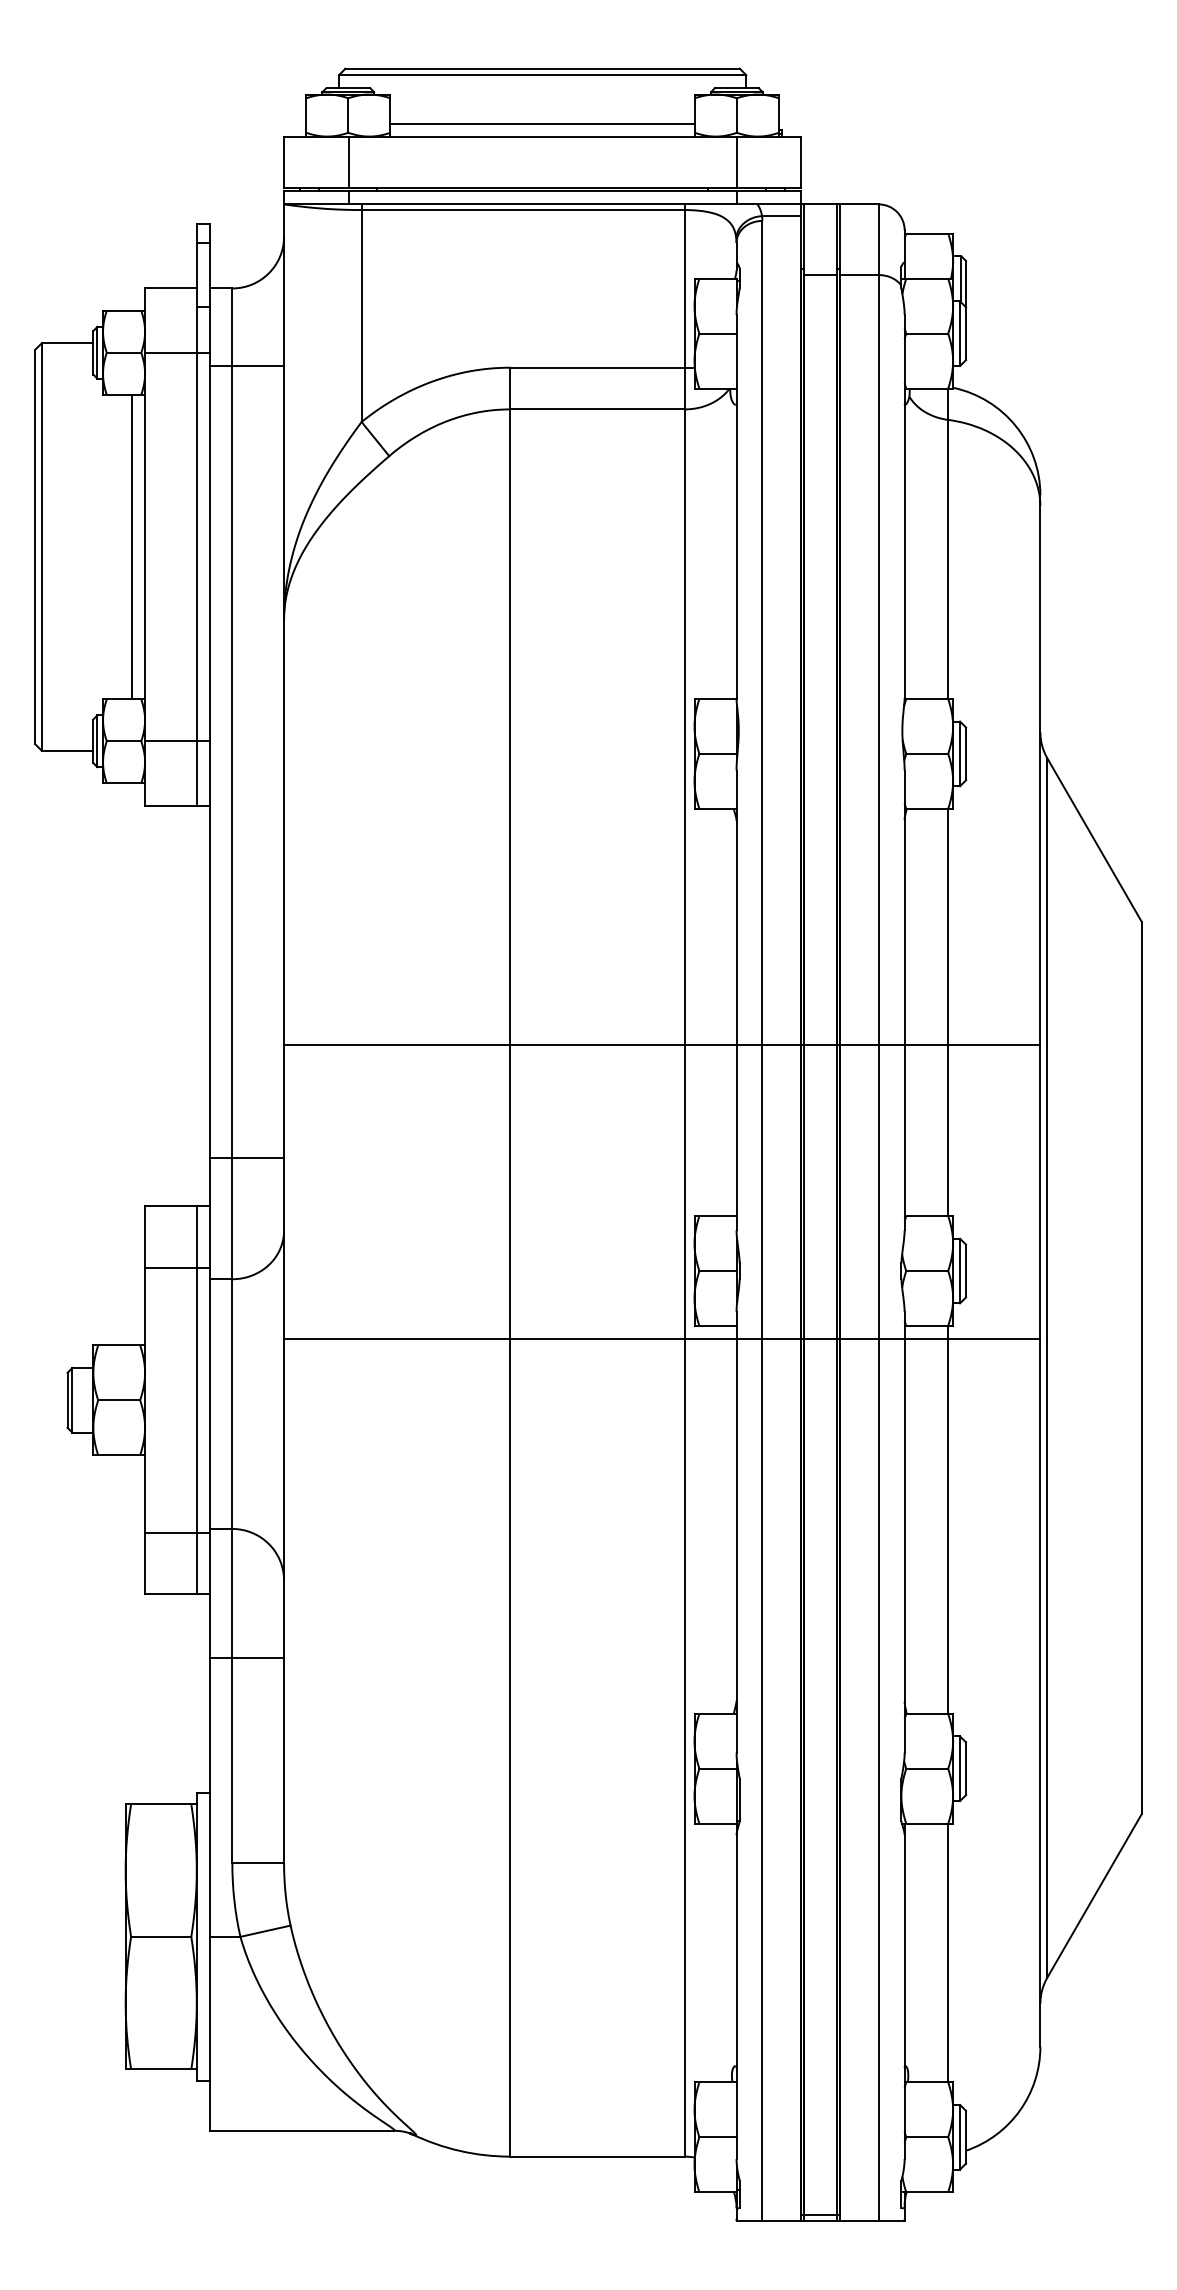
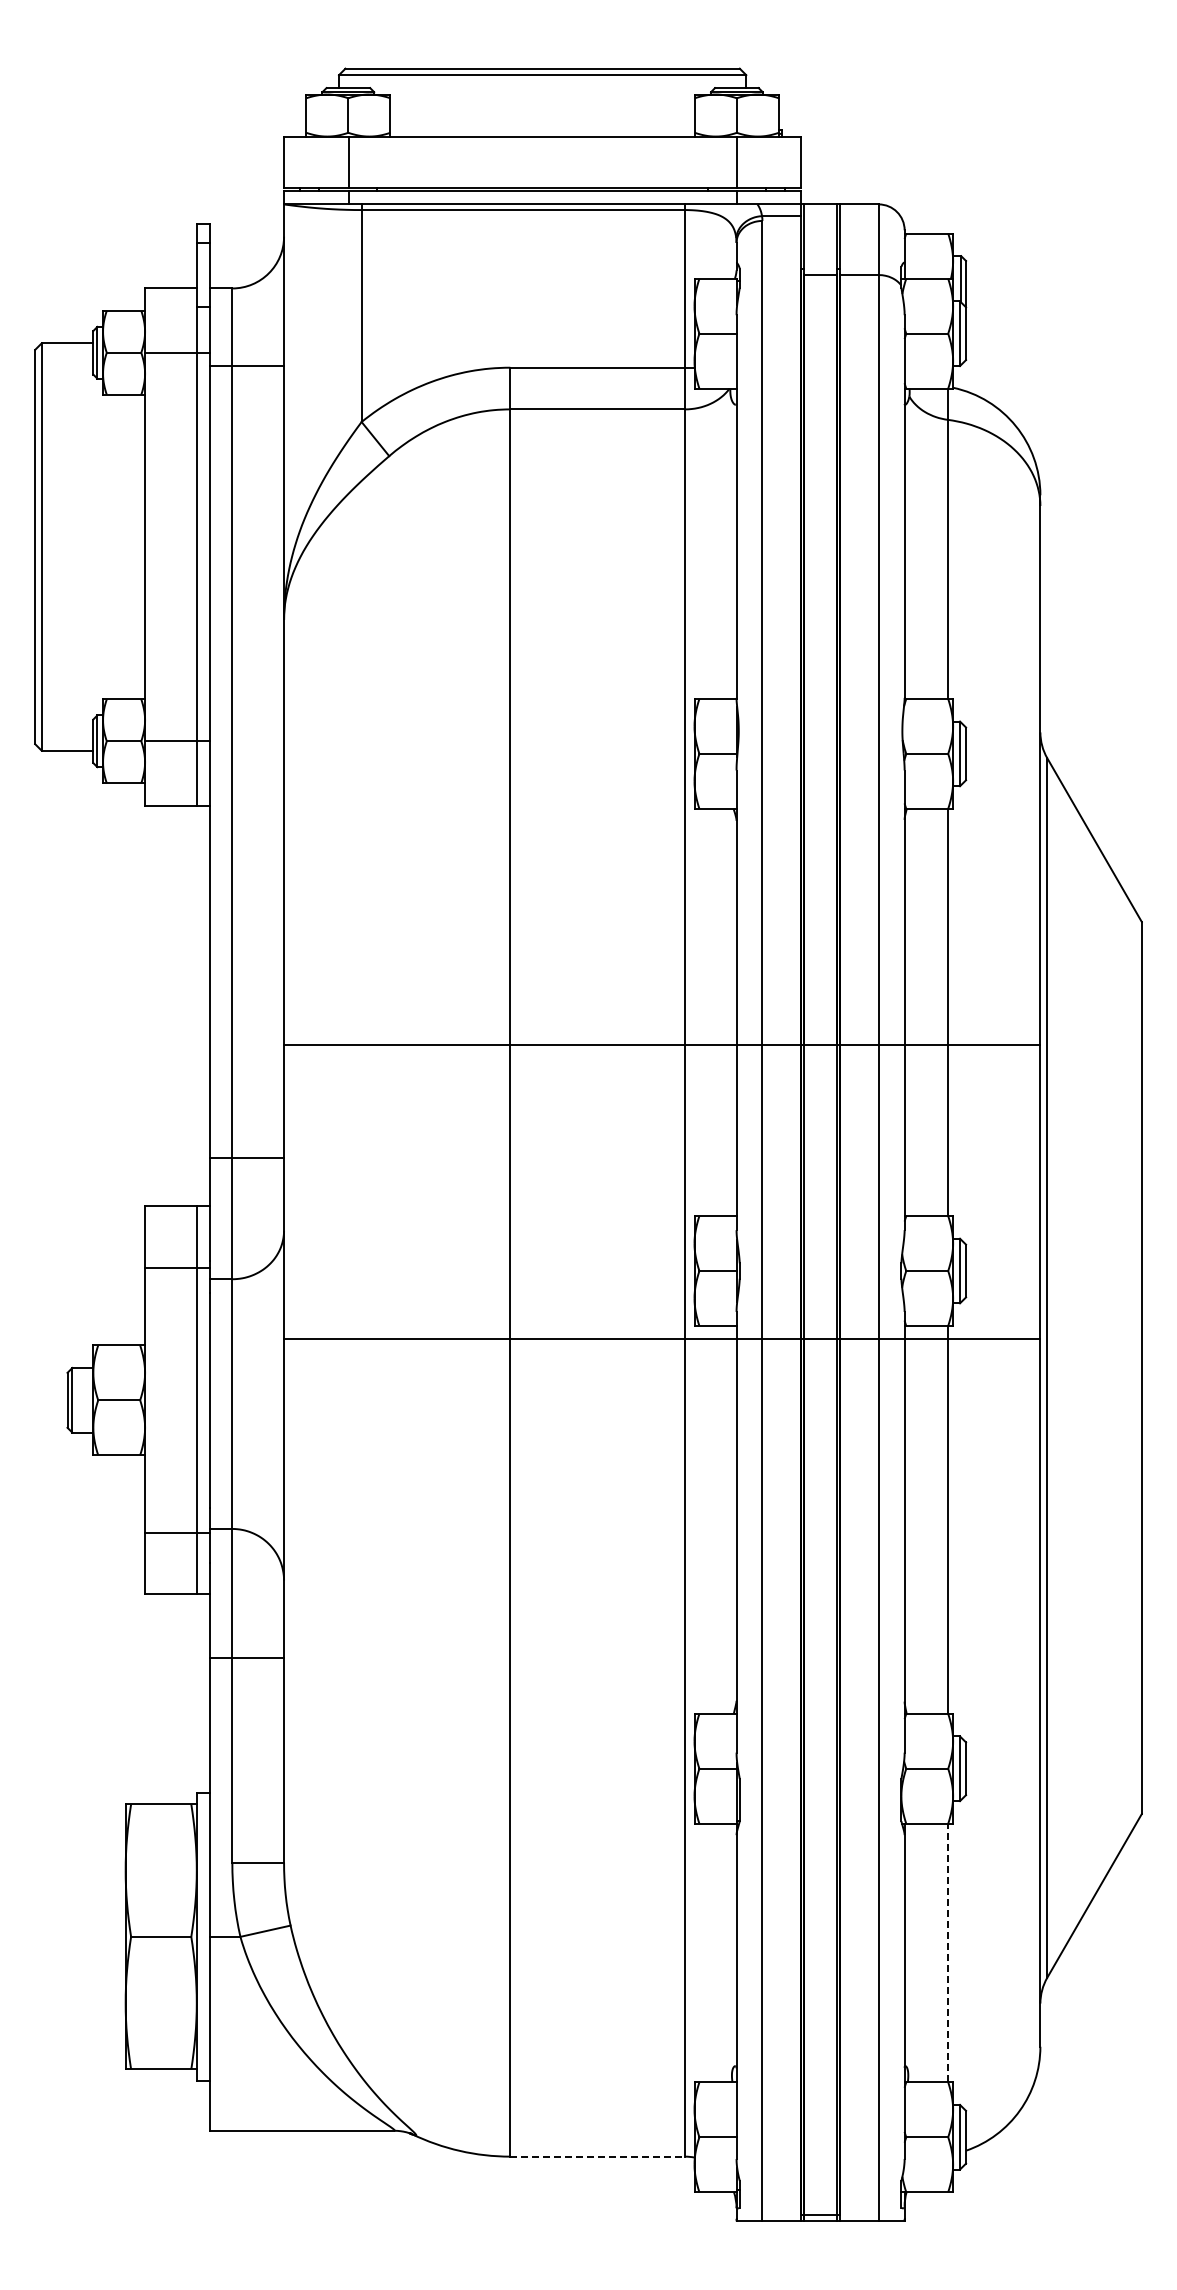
line at (542, 123): present -> none
line at (132, 546): present -> none
line at (948, 1952): solid -> dashed
line at (598, 2156): solid -> dashed
